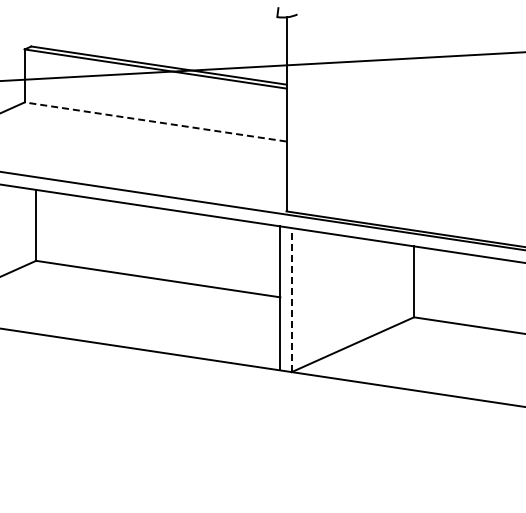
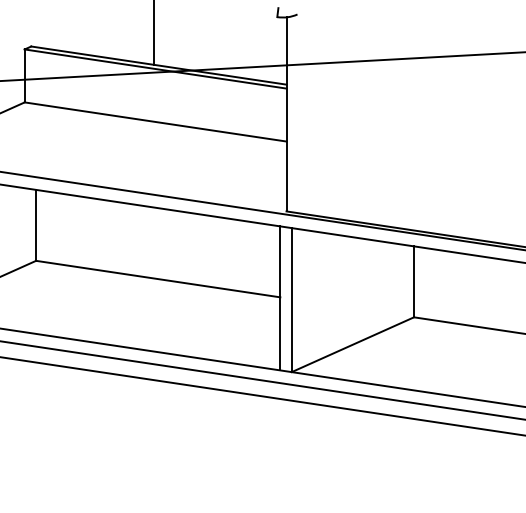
line at (154, 33): none -> present
line at (155, 121): dashed -> solid
line at (291, 299): dashed -> solid
line at (262, 380): none -> present
line at (262, 396): none -> present
